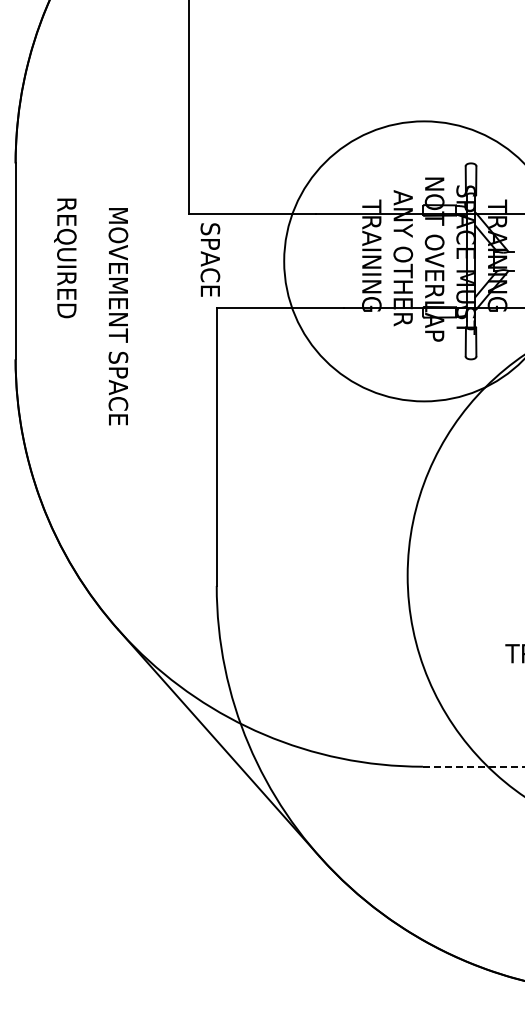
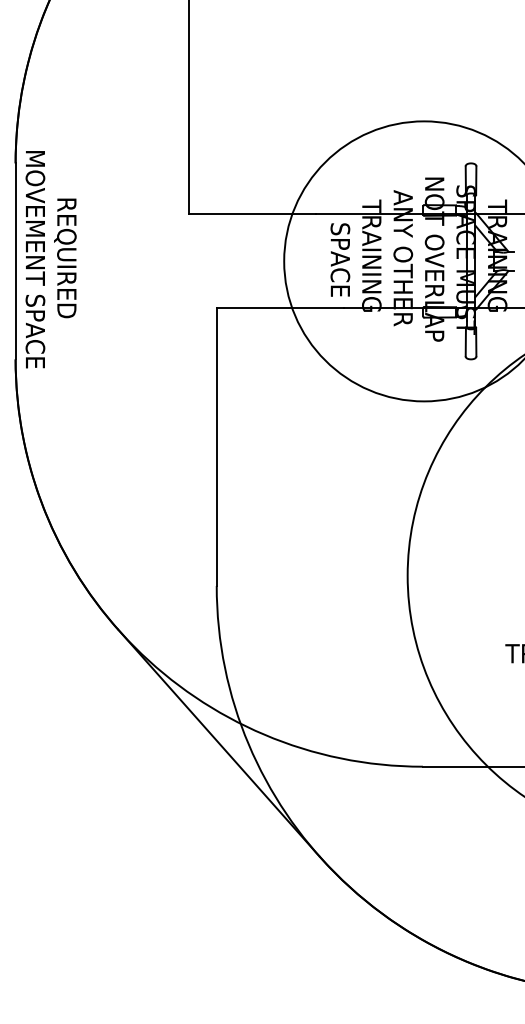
text at (210, 259) position: (210, 259) -> (340, 259)
text at (118, 316) position: (118, 316) -> (35, 259)
line at (473, 766): dashed -> solid
